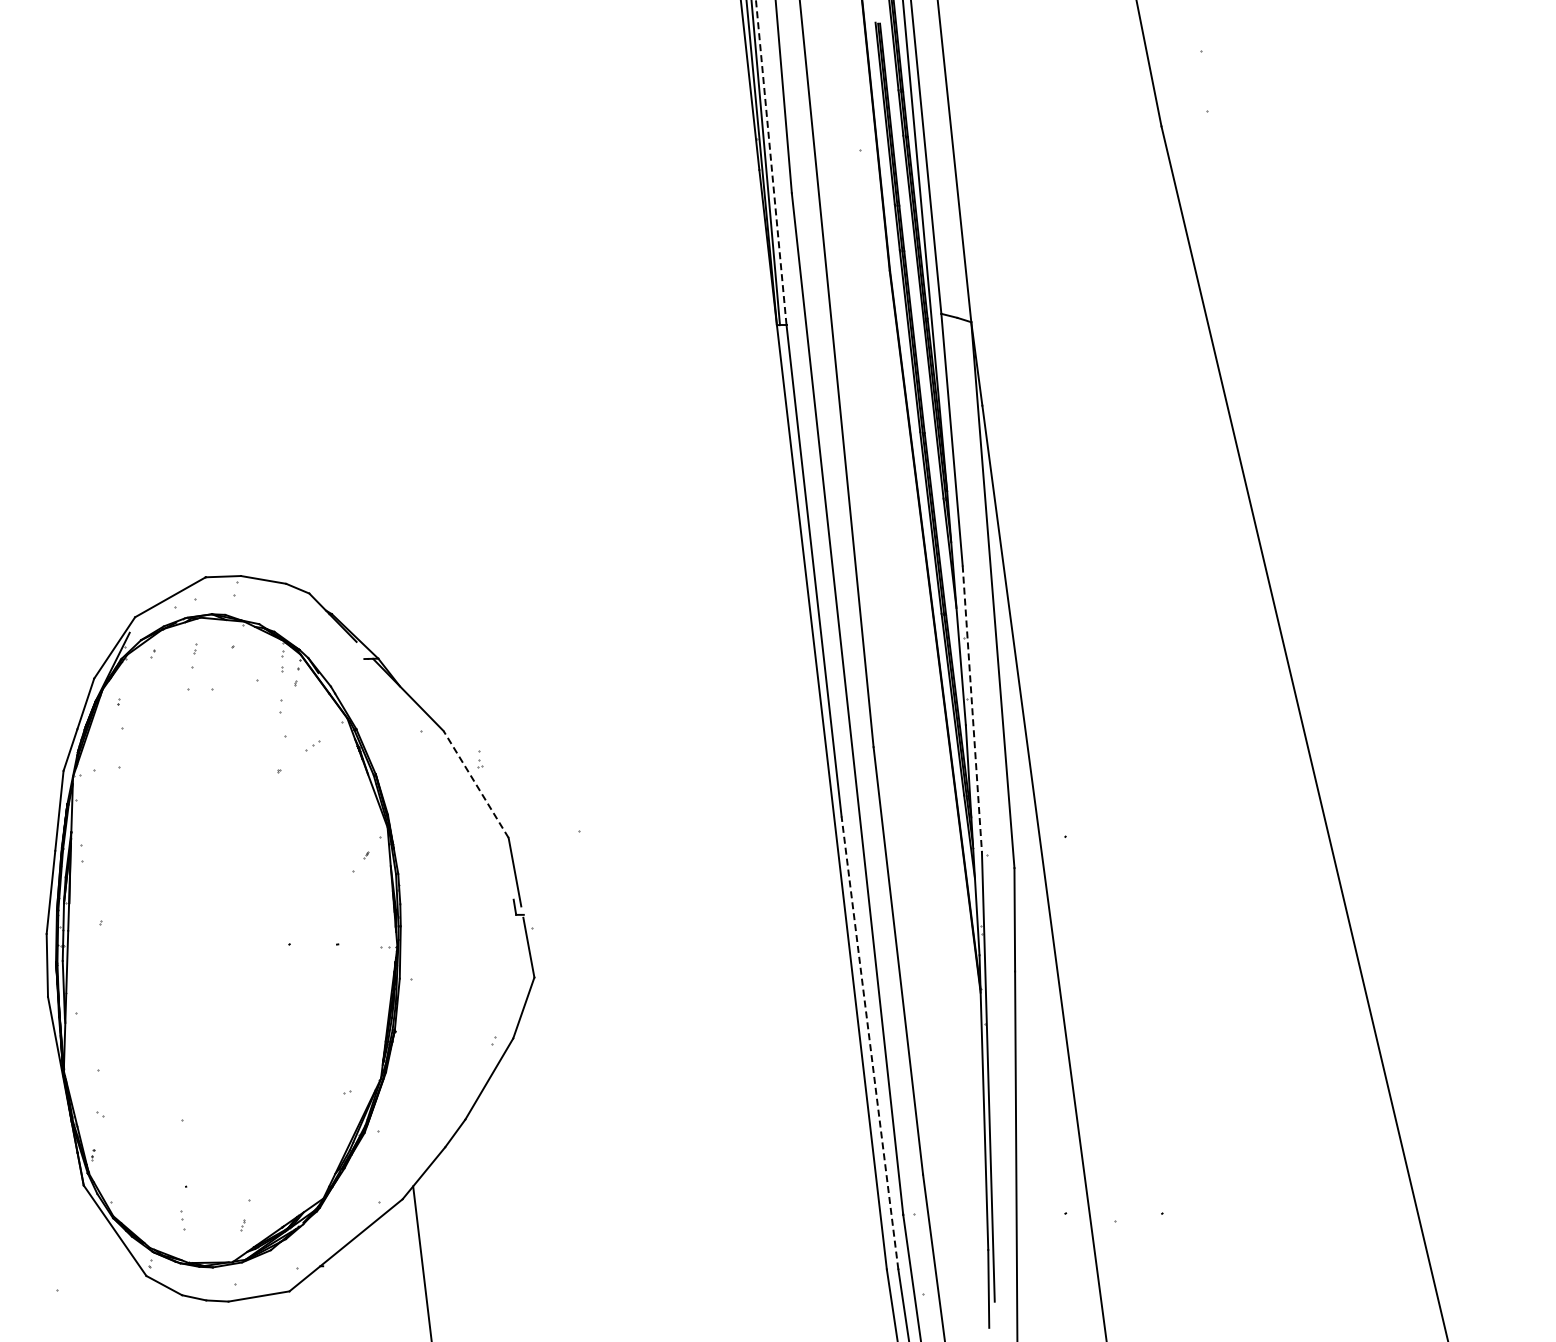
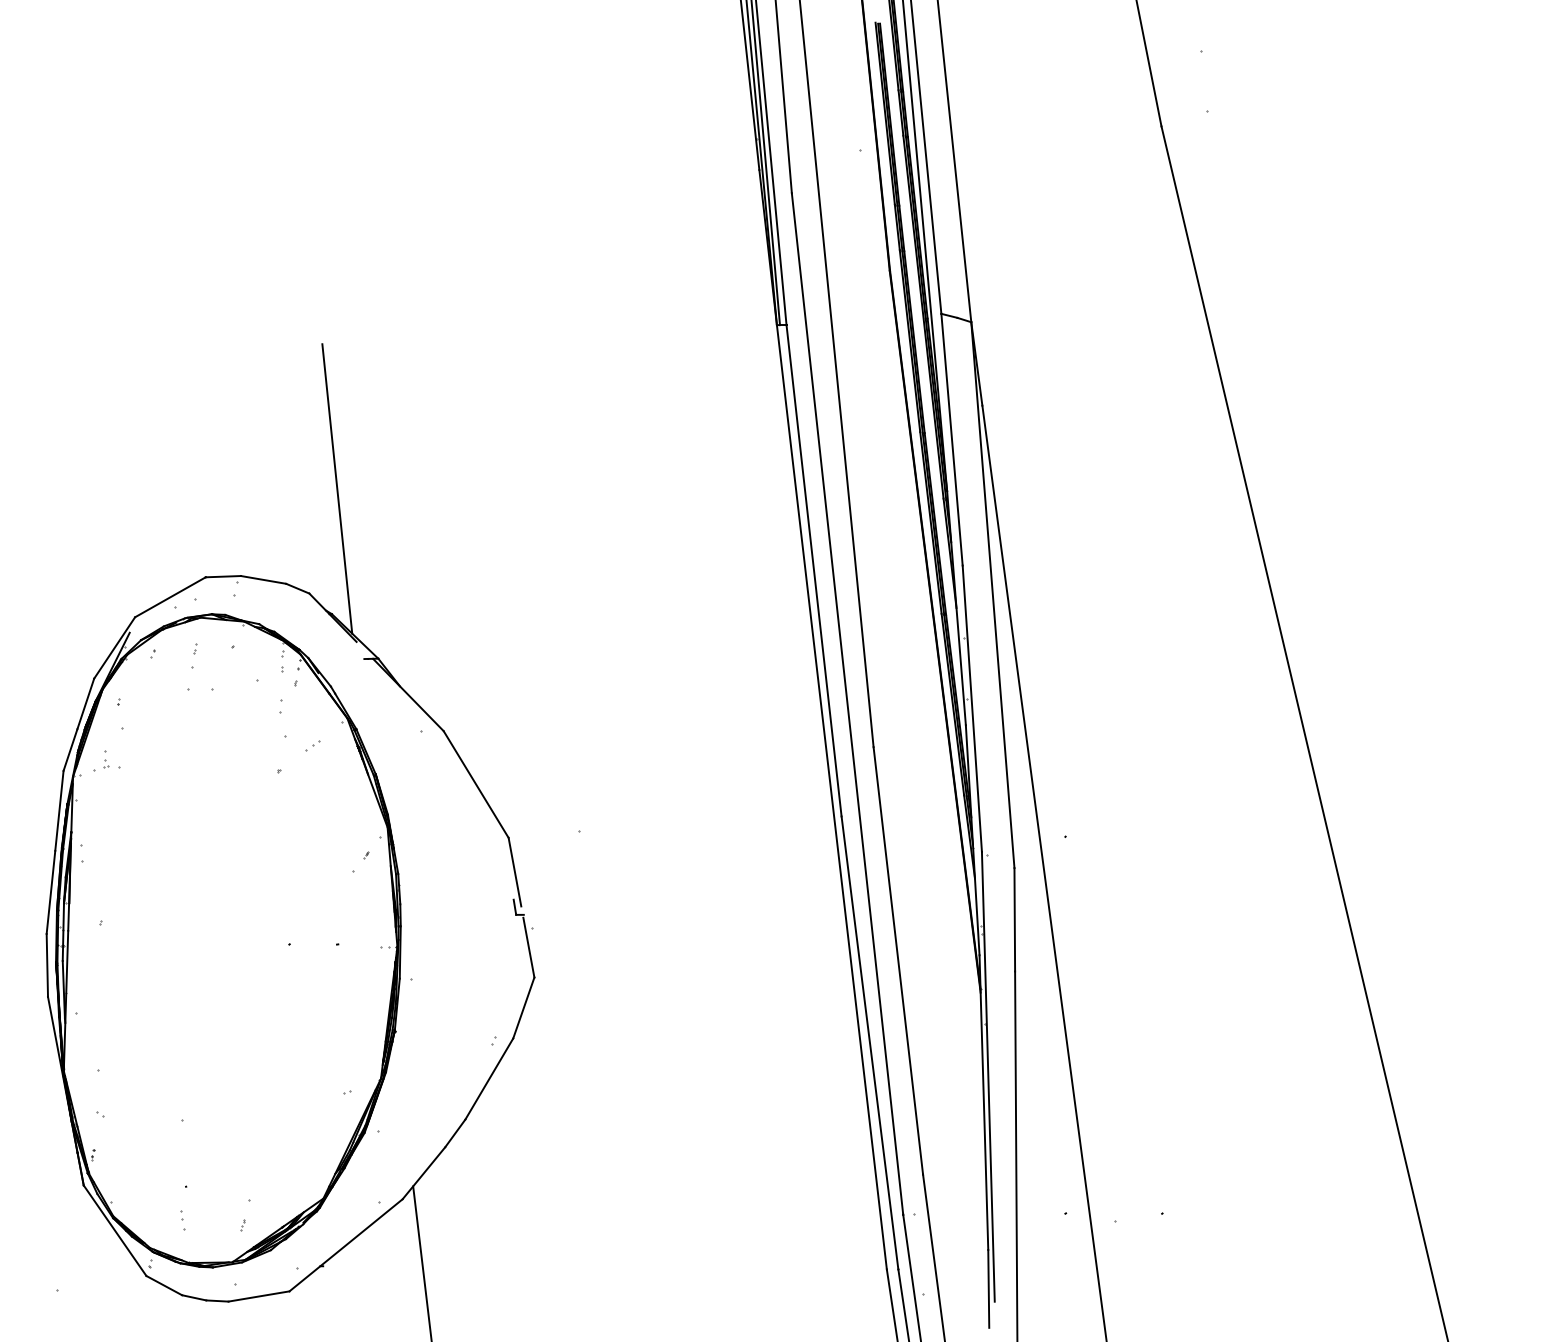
line at (771, 162): dashed -> solid
line at (337, 488): none -> present
line at (972, 709): dashed -> solid
part at (480, 759) position: (480, 759) -> (106, 759)
line at (475, 784): dashed -> solid
line at (869, 1042): dashed -> solid
